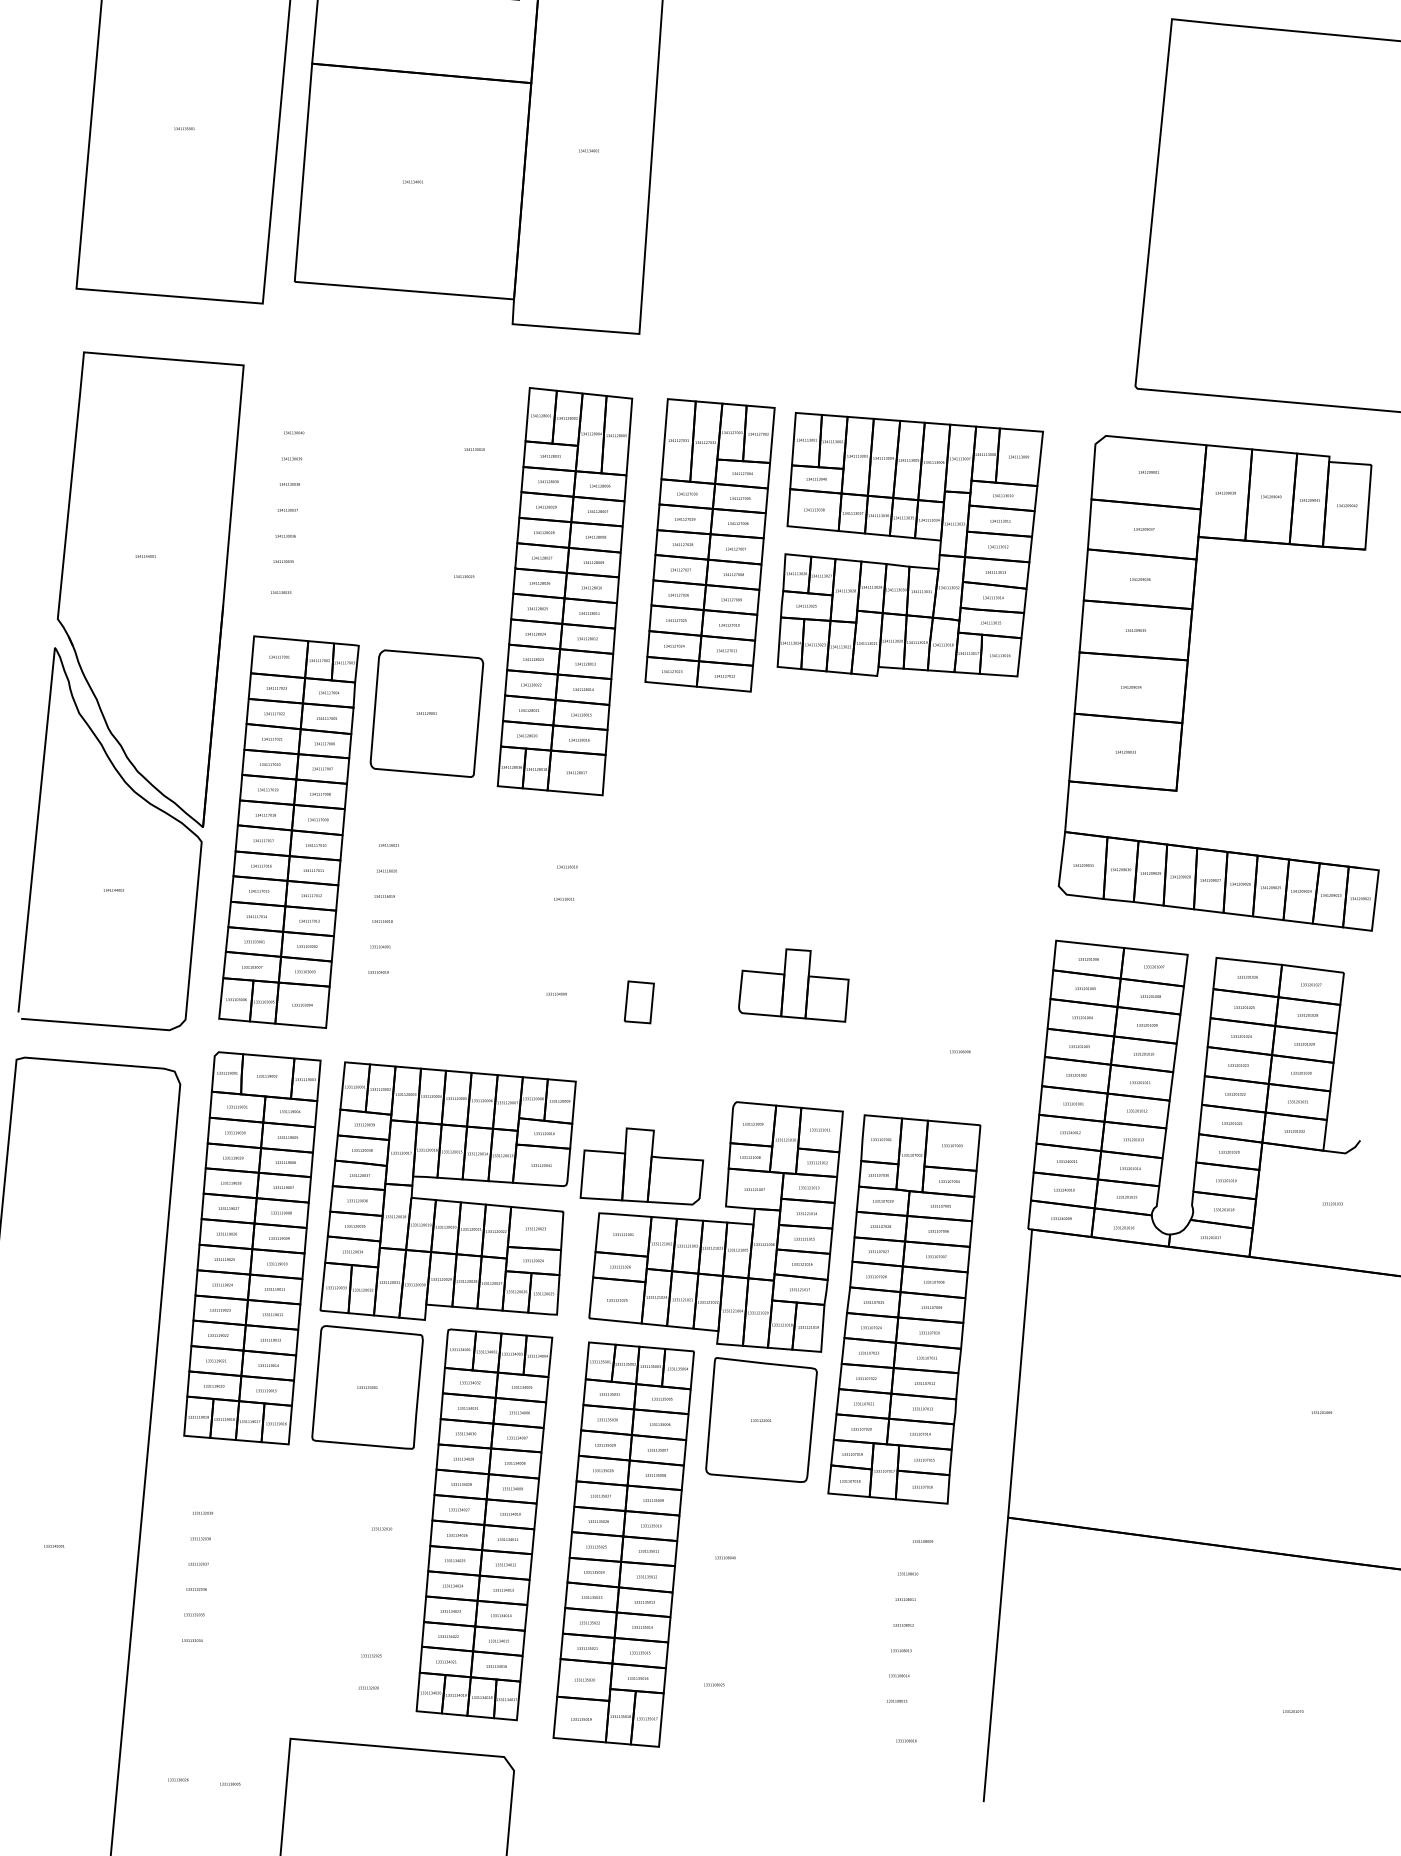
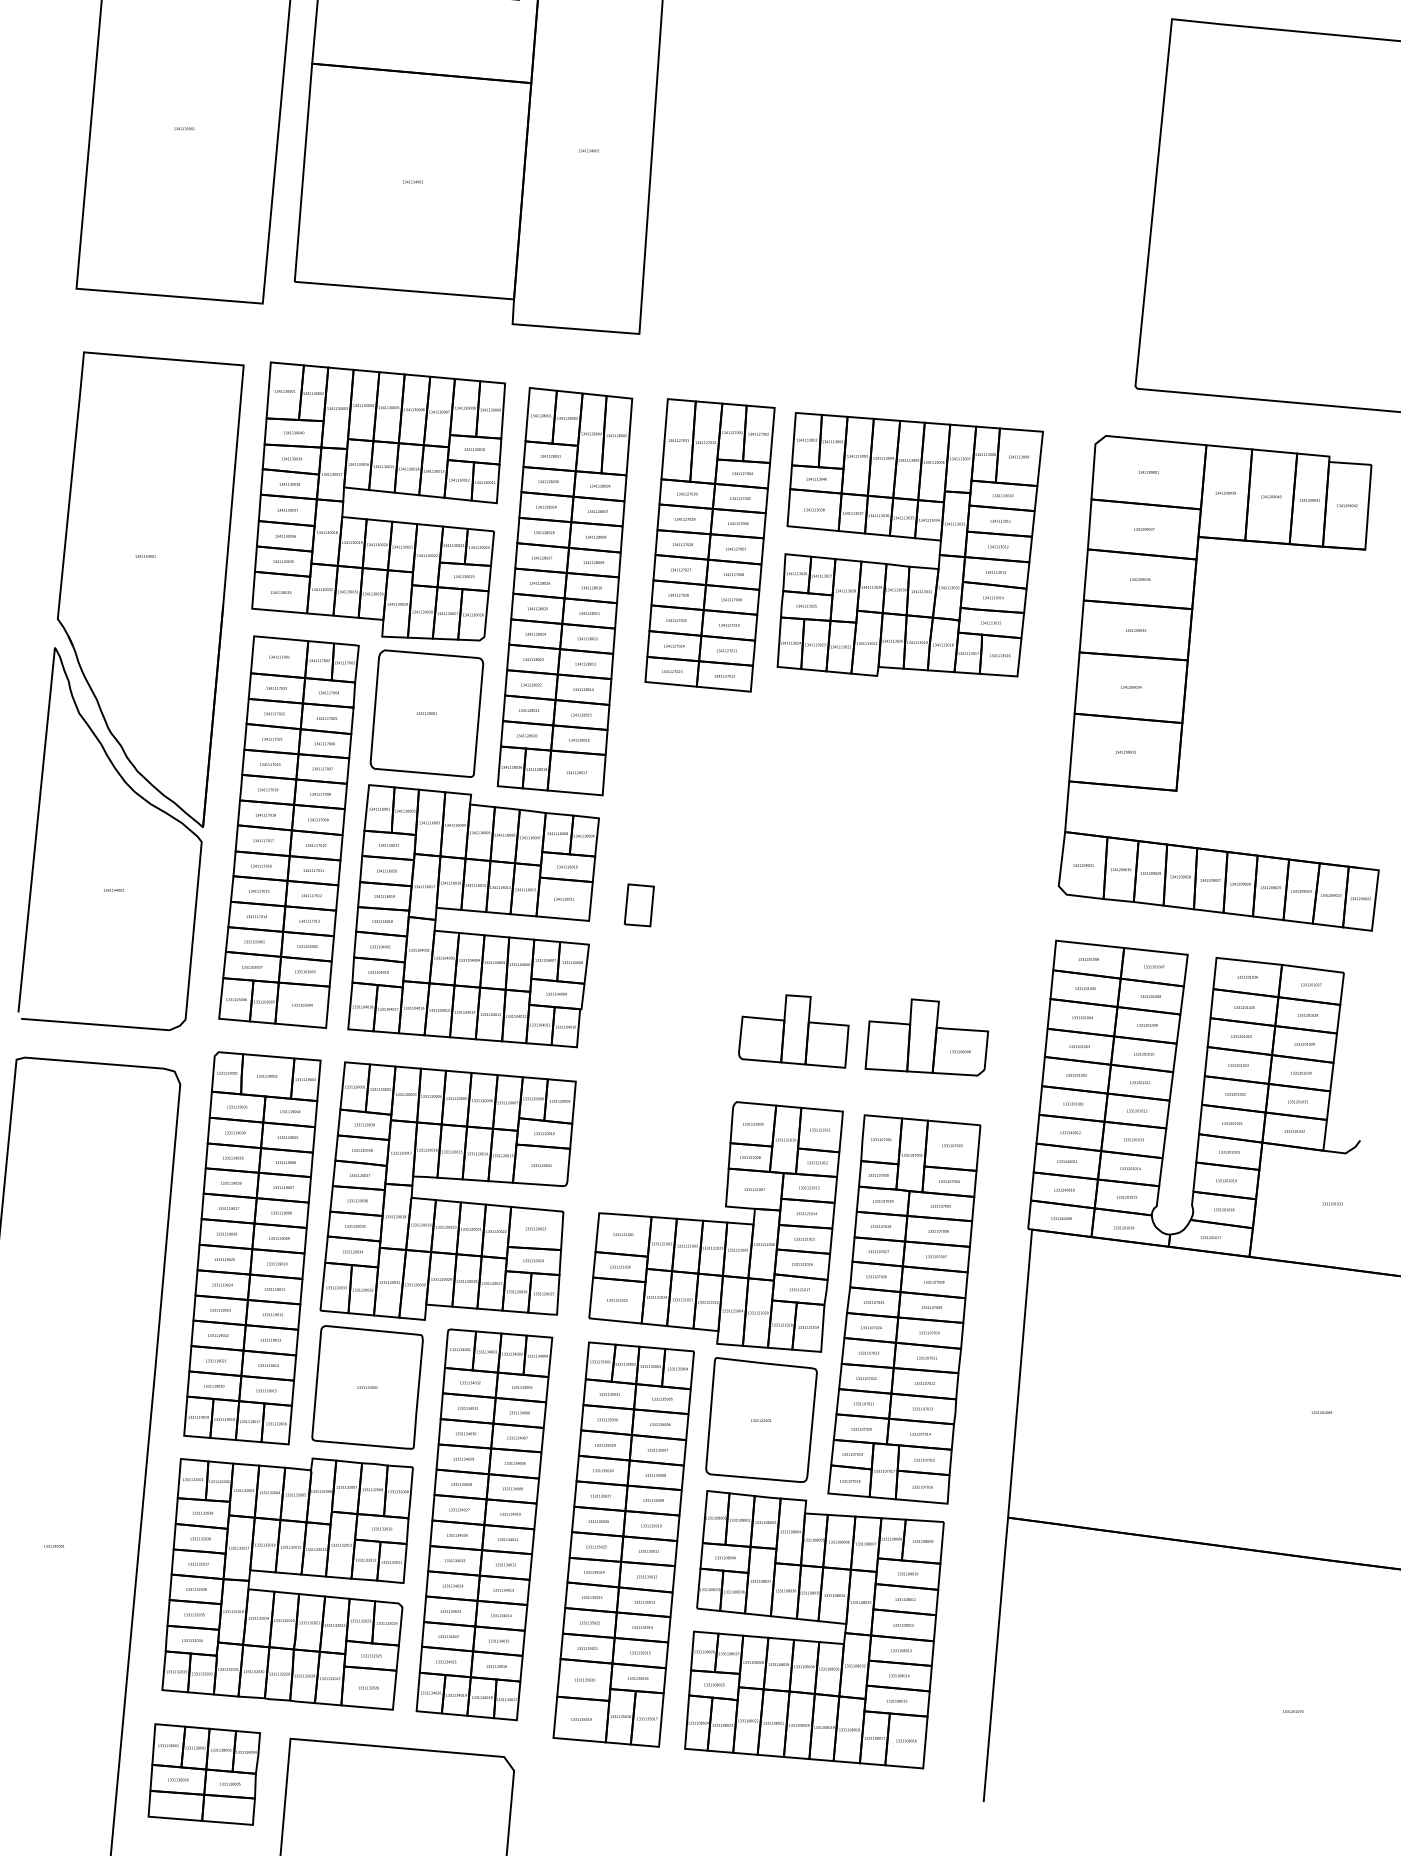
part at (380, 492): none -> present
part at (473, 916): none -> present
part at (793, 985) position: (793, 985) -> (793, 1031)
part at (638, 1002) position: (638, 1002) -> (638, 905)
part at (641, 1166) position: (641, 1166) -> (926, 1037)
part at (285, 1591): none -> present
part at (814, 1621): none -> present
part at (203, 1774): none -> present
